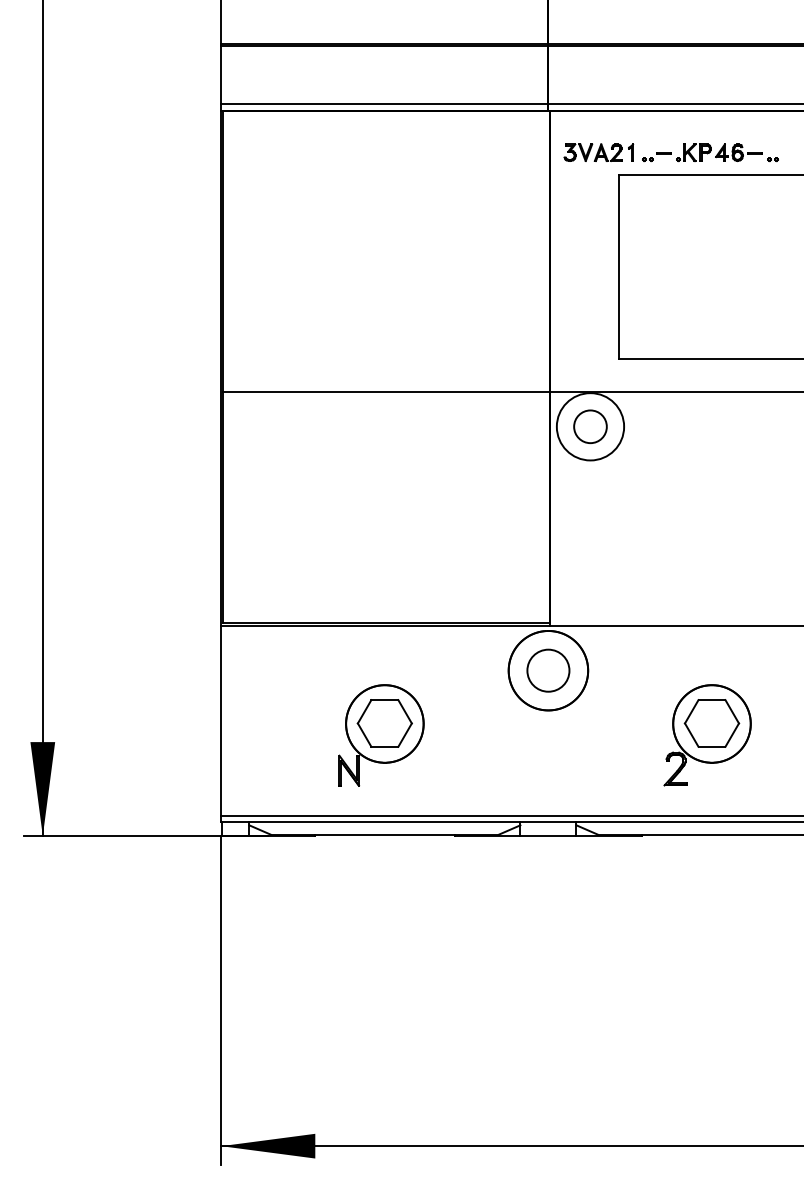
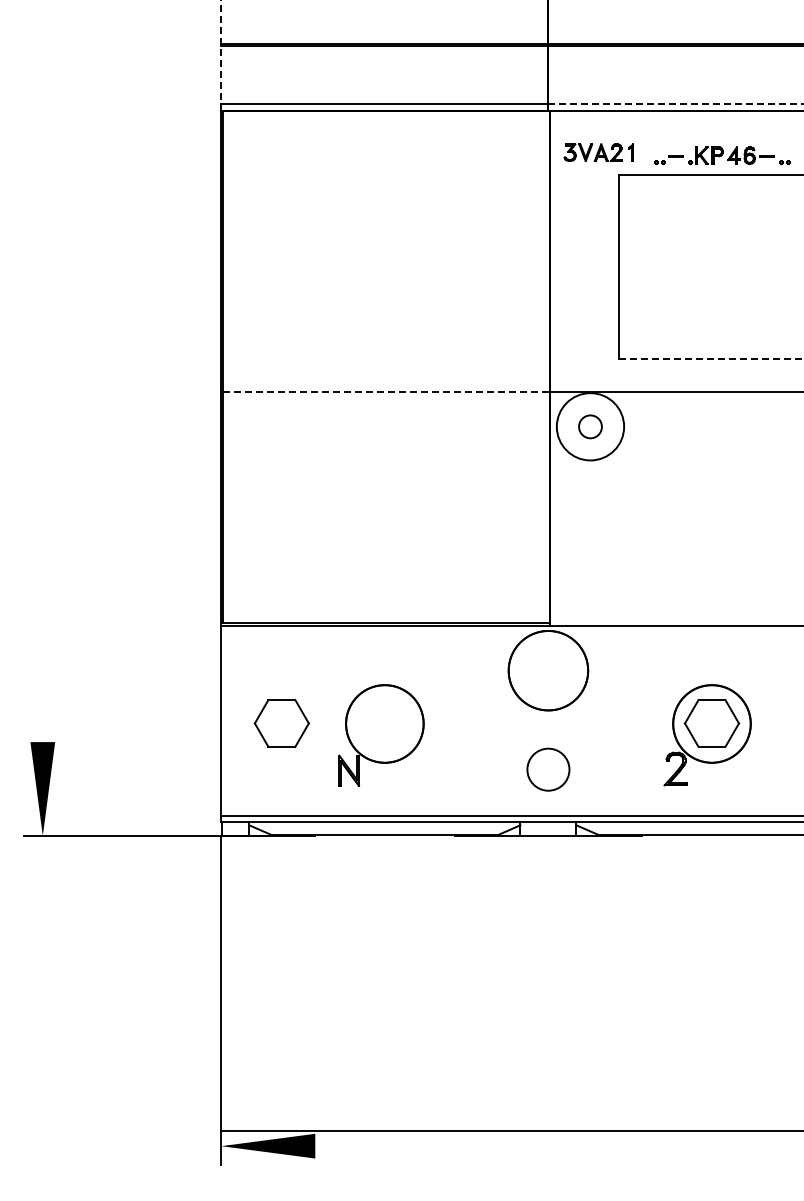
line at (221, 55): solid -> dashed
line at (676, 104): solid -> dashed
part at (710, 152) position: (710, 152) -> (722, 155)
line at (711, 358): solid -> dashed
line at (387, 392): solid -> dashed
line at (42, 419): present -> none
circle at (590, 426) size: 35x36 px -> 25x26 px
circle at (548, 670) position: (548, 670) -> (548, 769)
part at (384, 723) position: (384, 723) -> (281, 723)
line at (510, 1146) position: (510, 1146) -> (510, 1131)
